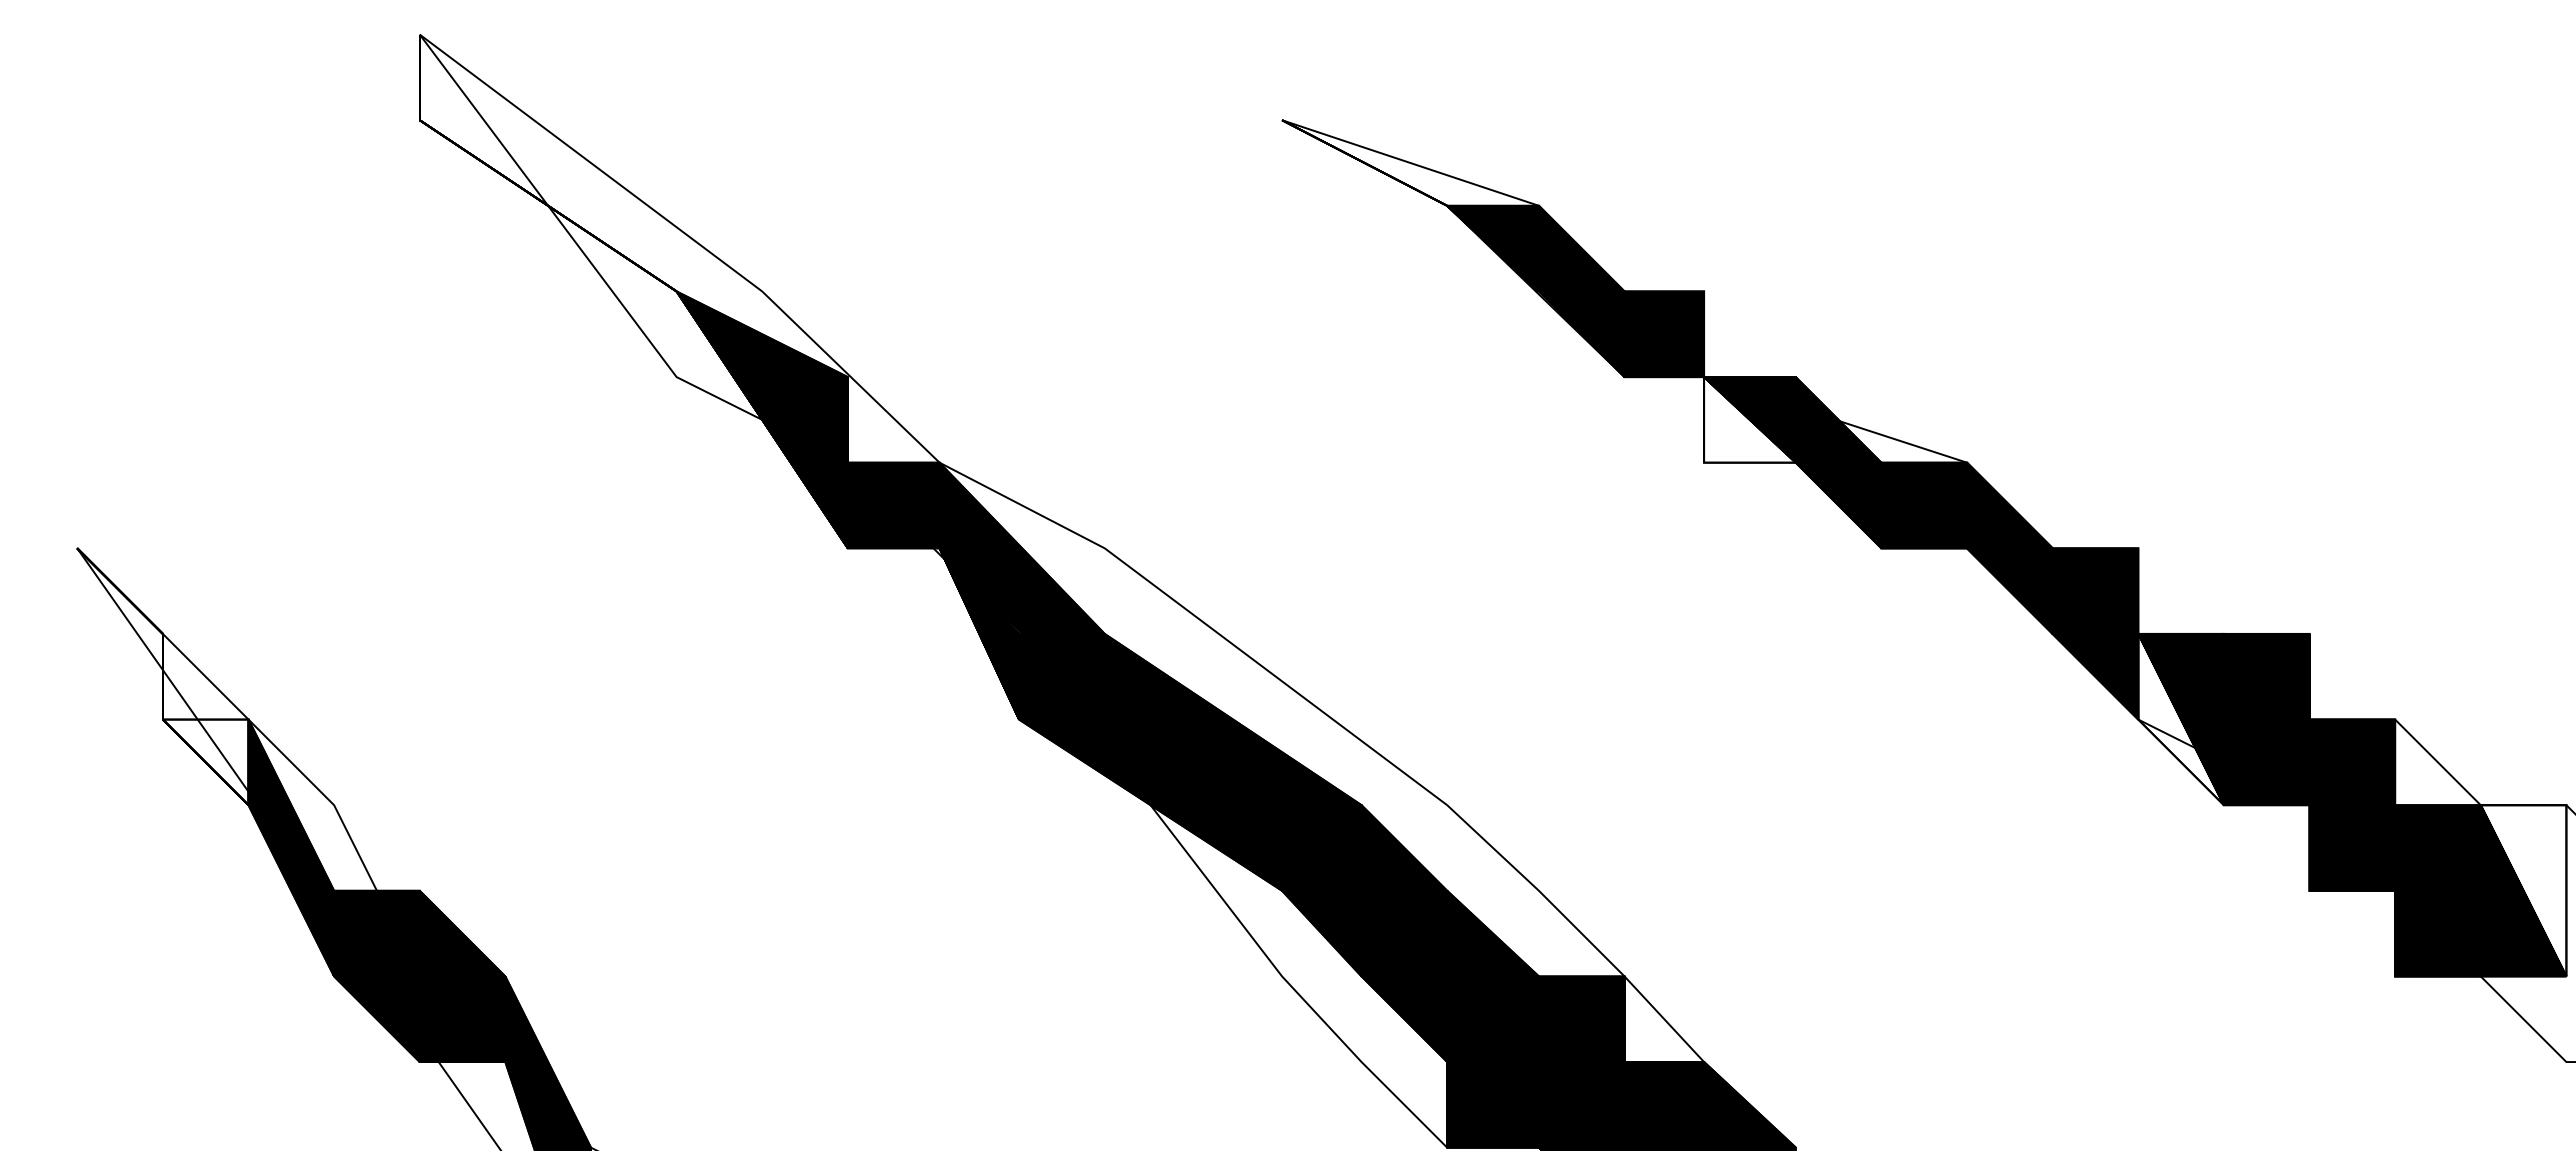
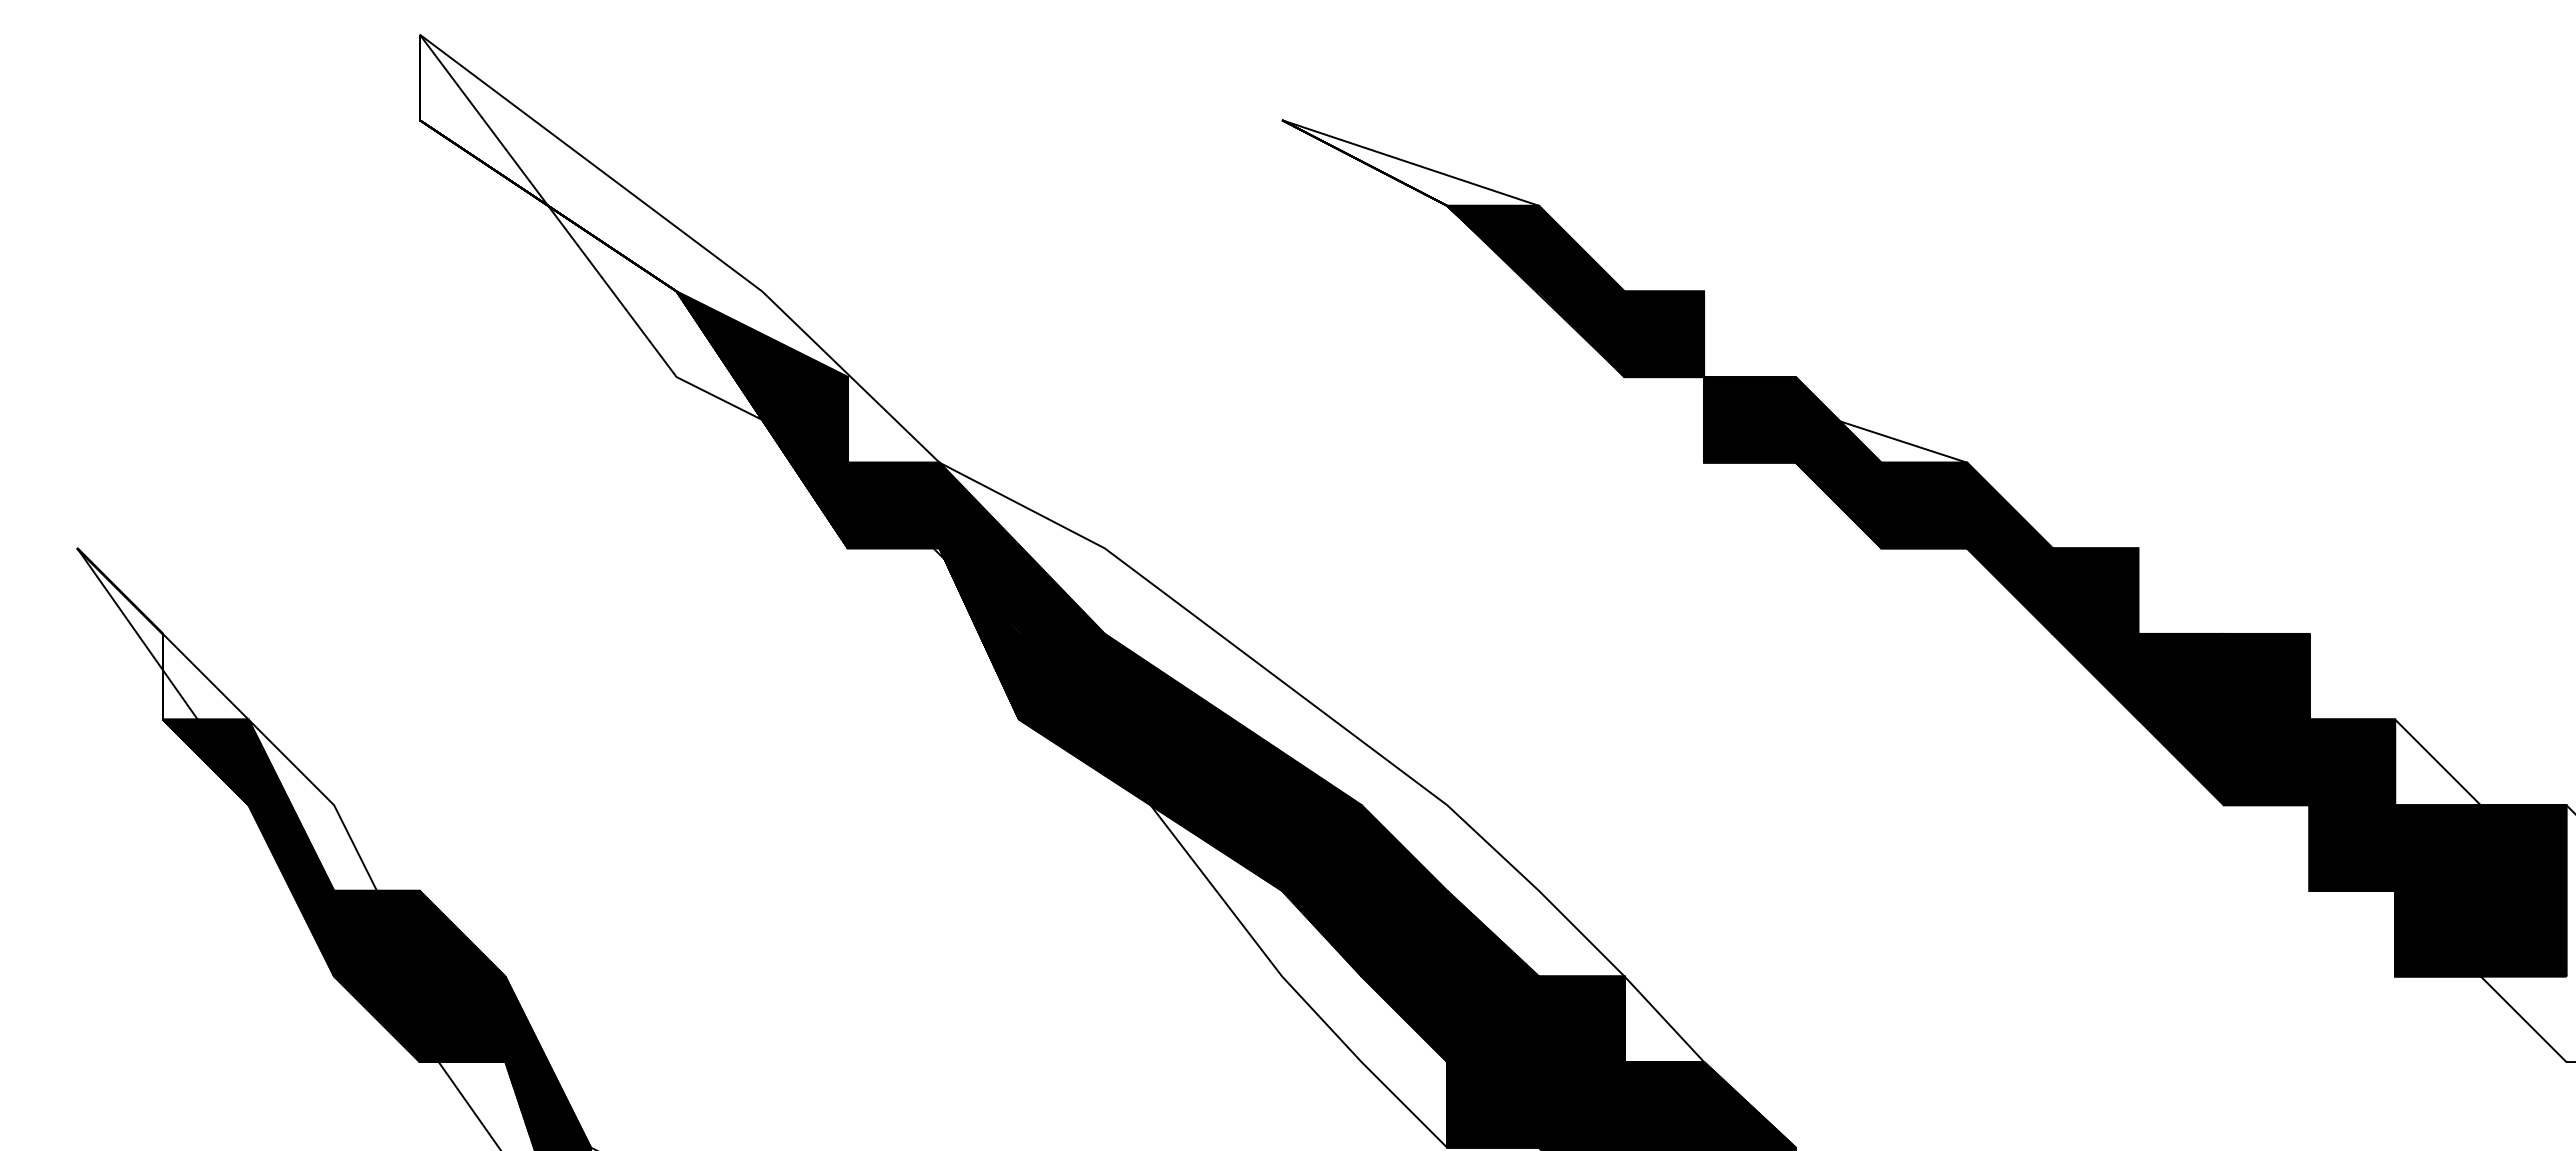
fill at (1749, 419): none -> present
fill at (2180, 719): none -> present
fill at (205, 762): none -> present
fill at (2523, 890): none -> present
